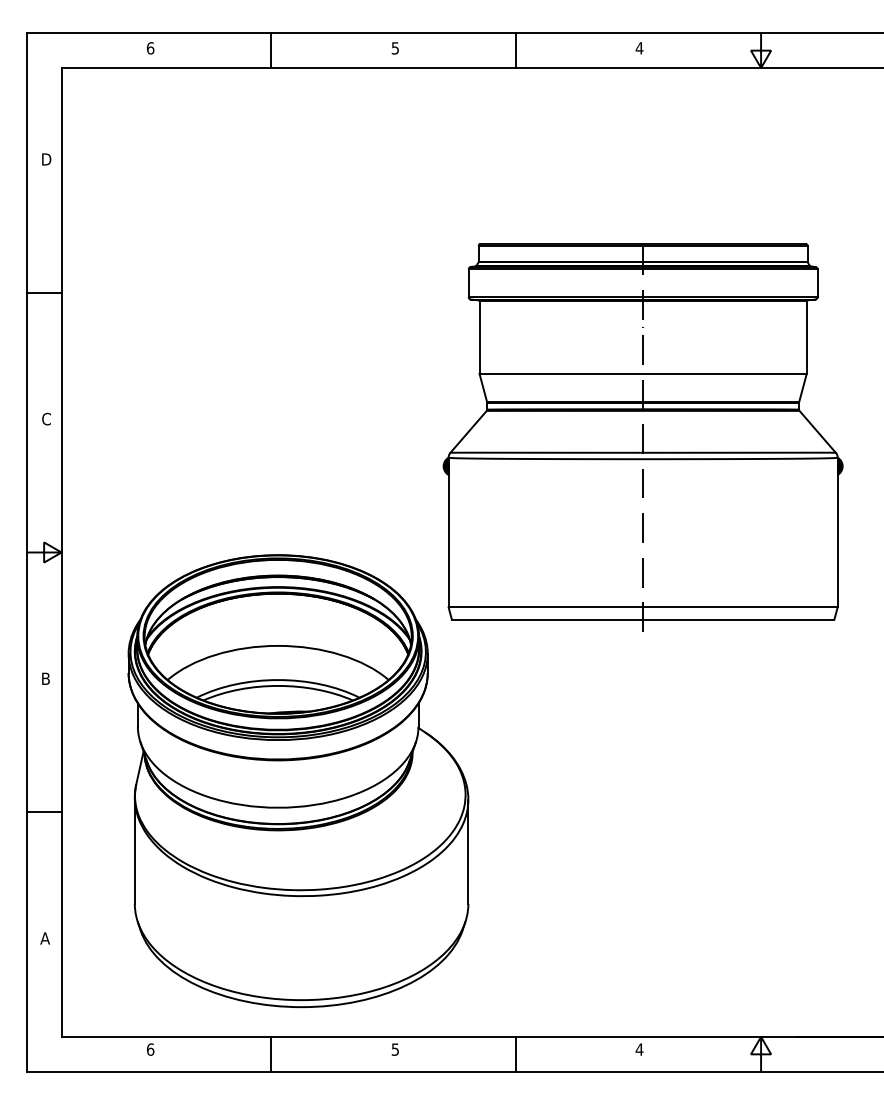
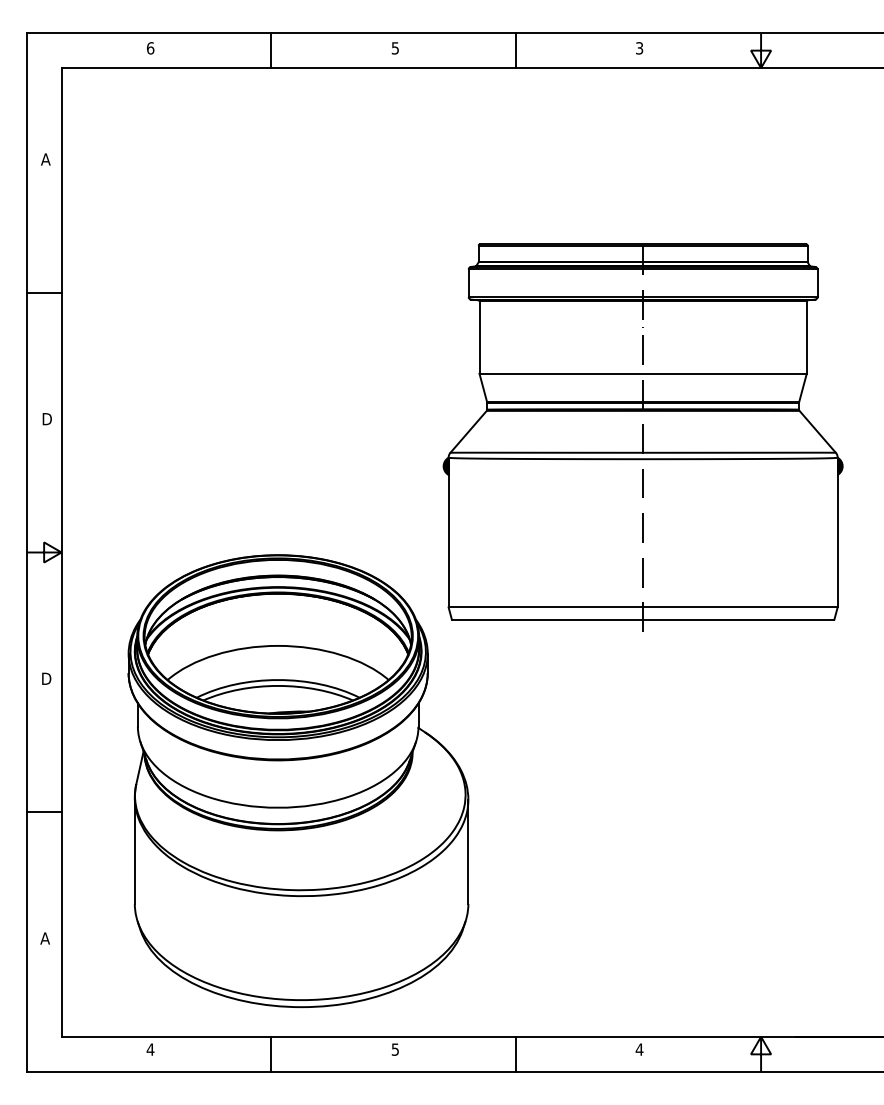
text at (639, 48): 4 -> 3
text at (46, 159): D -> A
text at (46, 418): C -> D
text at (47, 678): B -> D
text at (150, 1049): 6 -> 4
